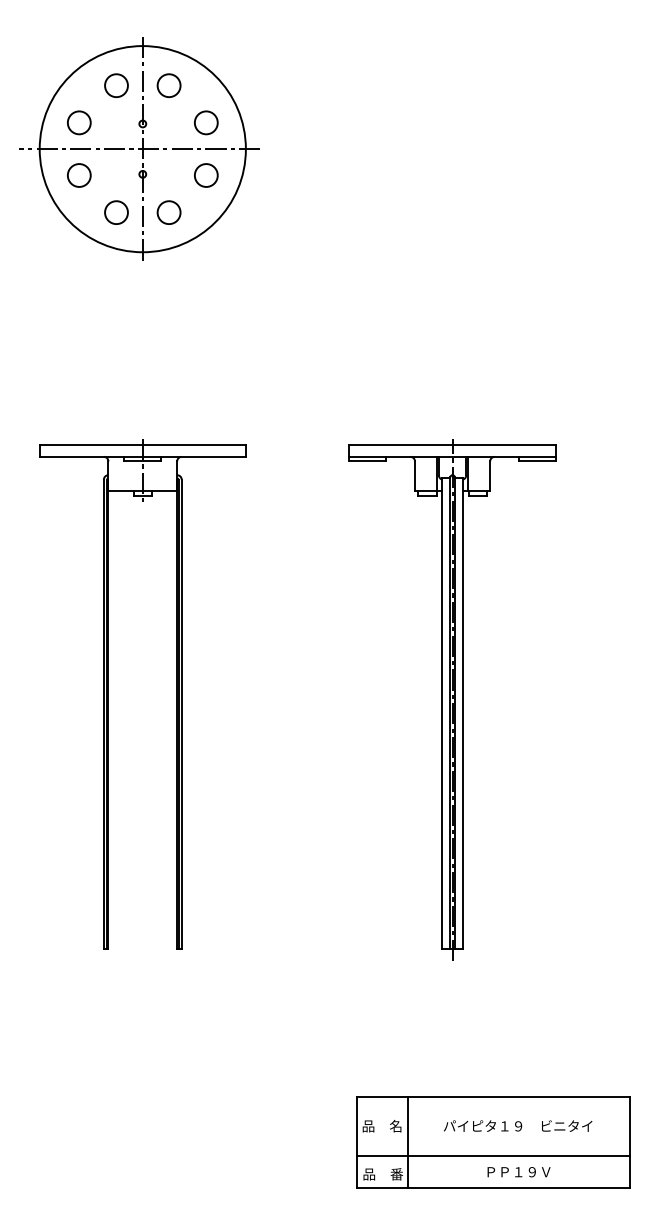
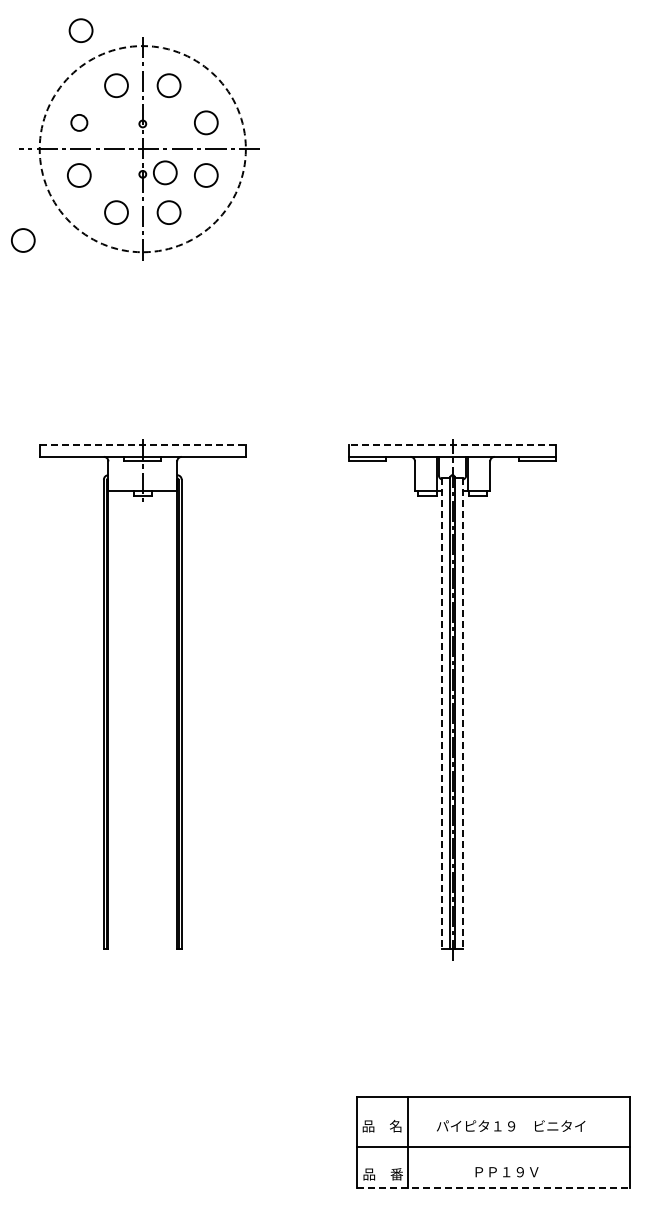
circle at (80, 30): none -> present
circle at (79, 122) size: 25x26 px -> 19x18 px
circle at (142, 149): solid -> dashed
circle at (165, 172): none -> present
circle at (23, 240): none -> present
line at (143, 445): solid -> dashed
line at (452, 445): solid -> dashed
line at (442, 714): solid -> dashed
line at (462, 714): solid -> dashed
text at (518, 1125) position: (518, 1125) -> (511, 1125)
line at (493, 1156) position: (493, 1156) -> (493, 1147)
text at (518, 1172) position: (518, 1172) -> (506, 1172)
line at (493, 1188): solid -> dashed
